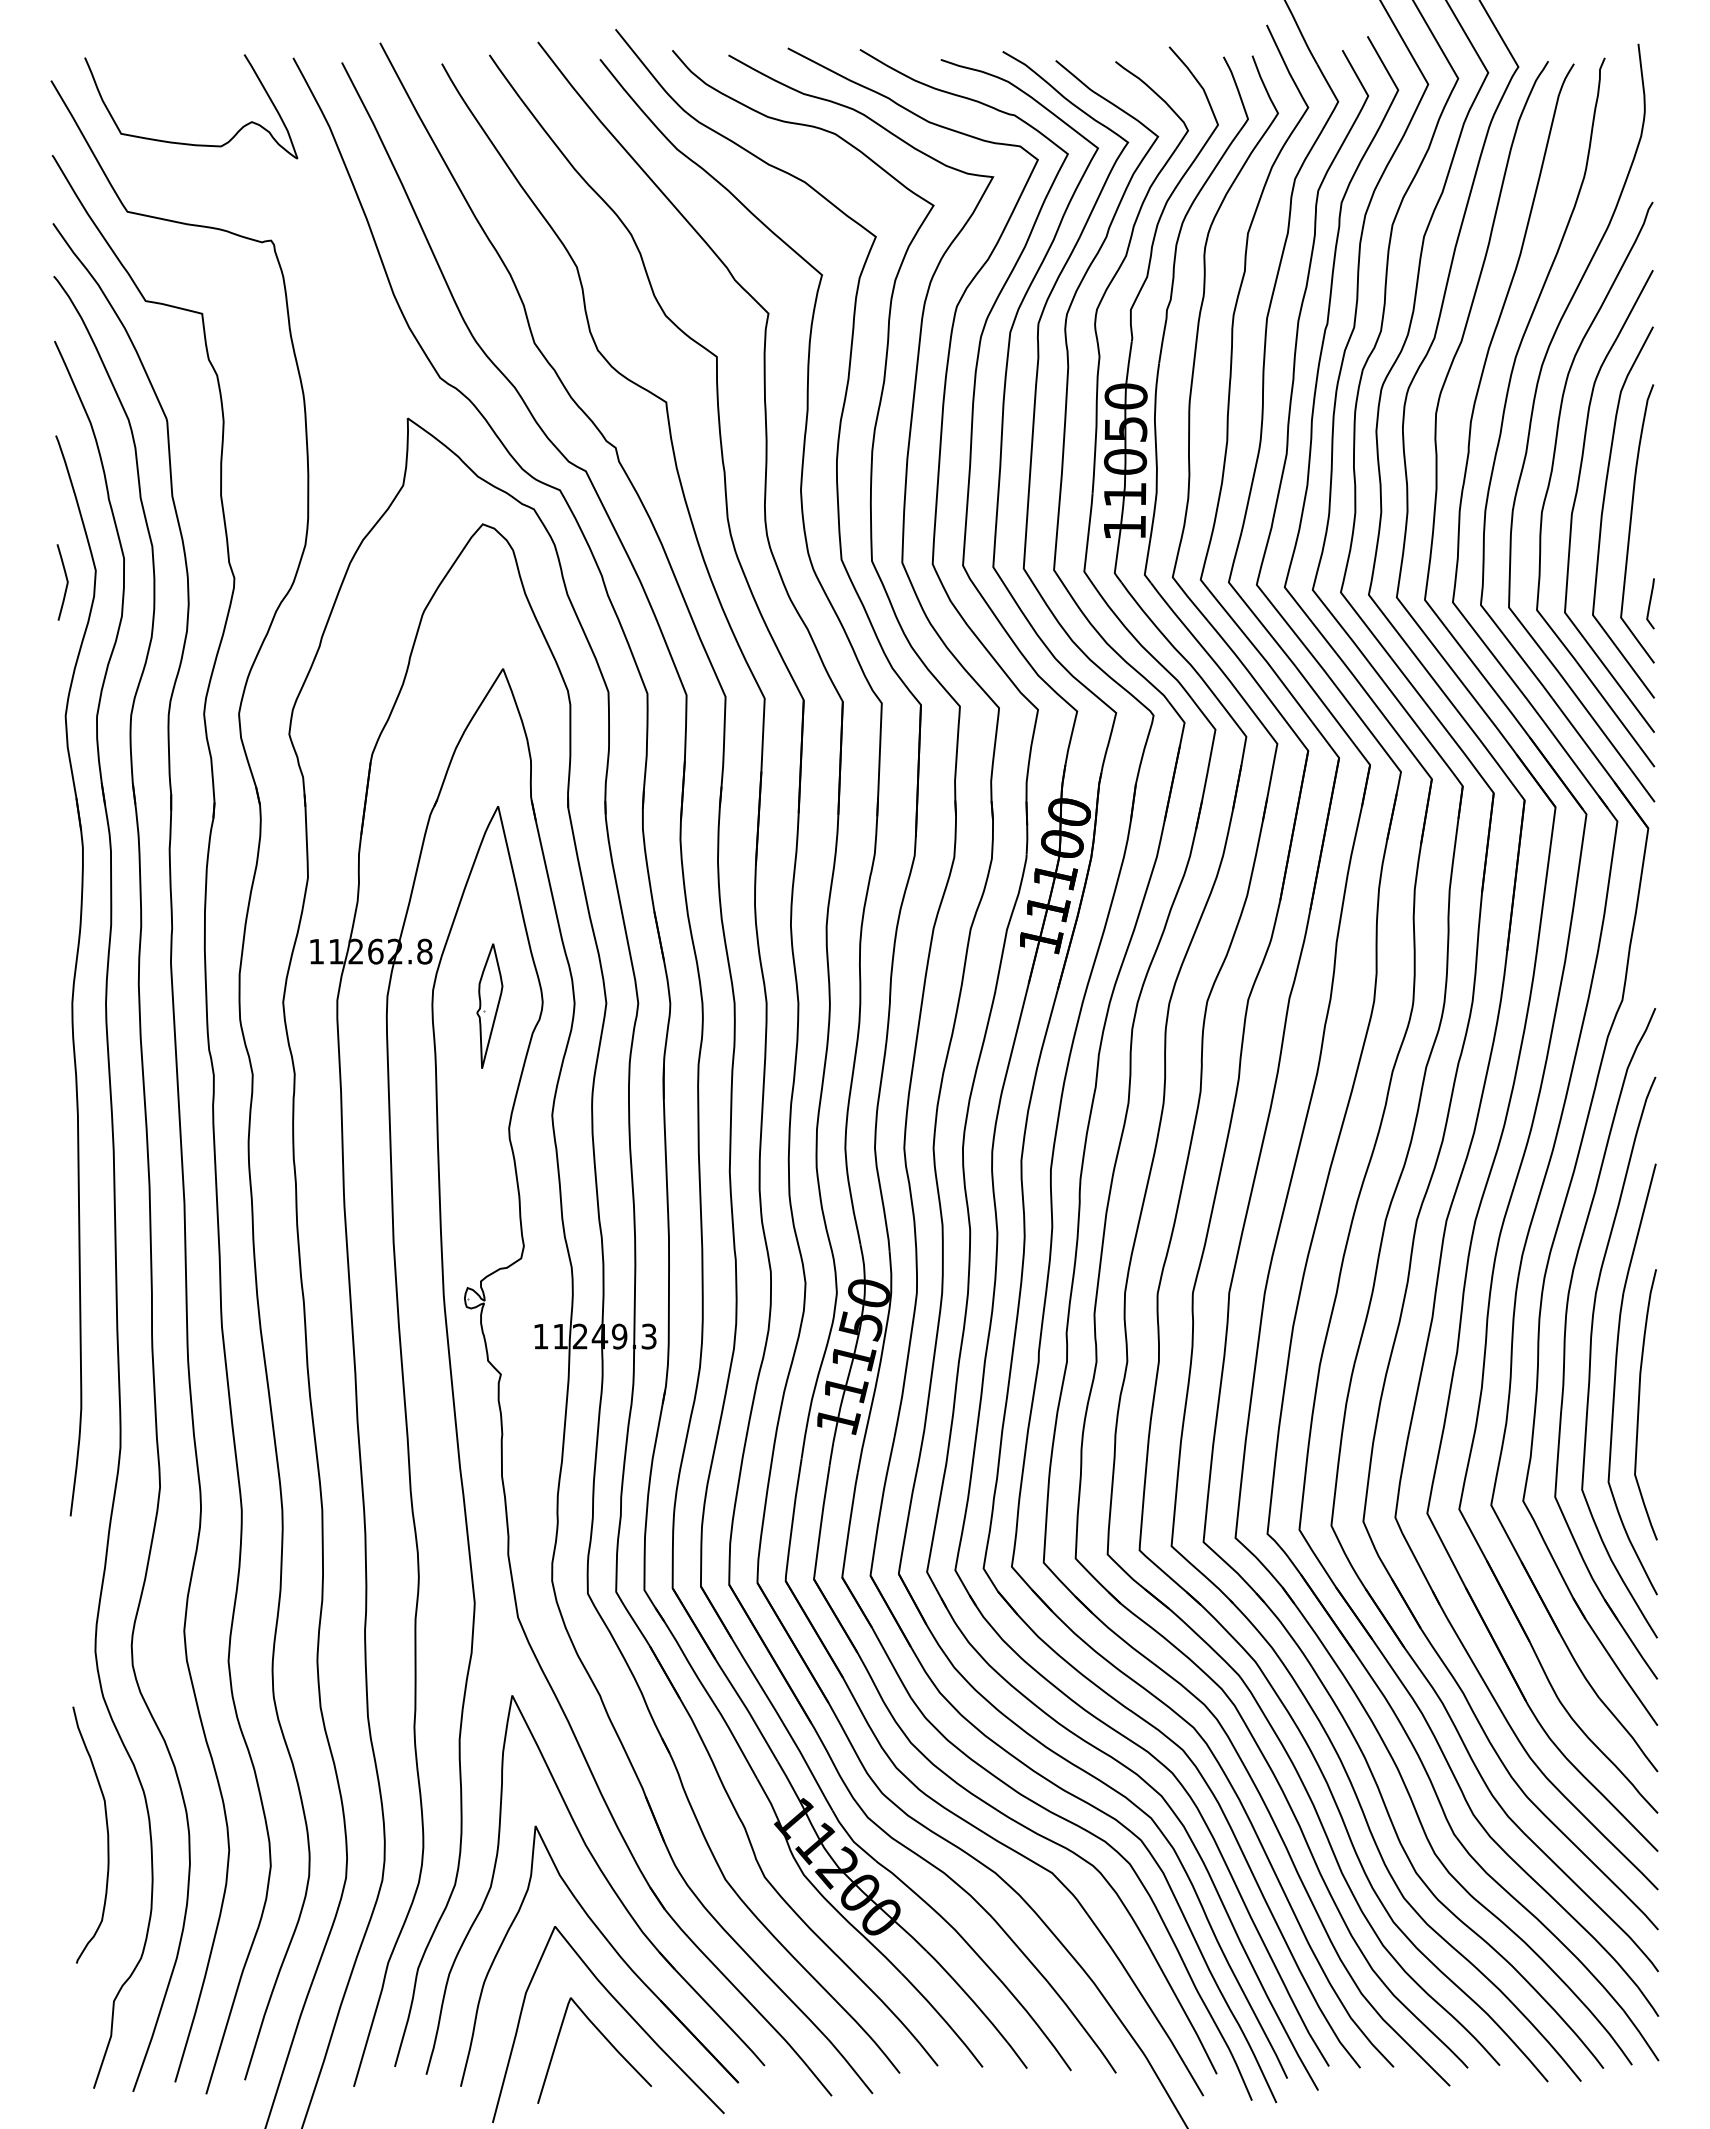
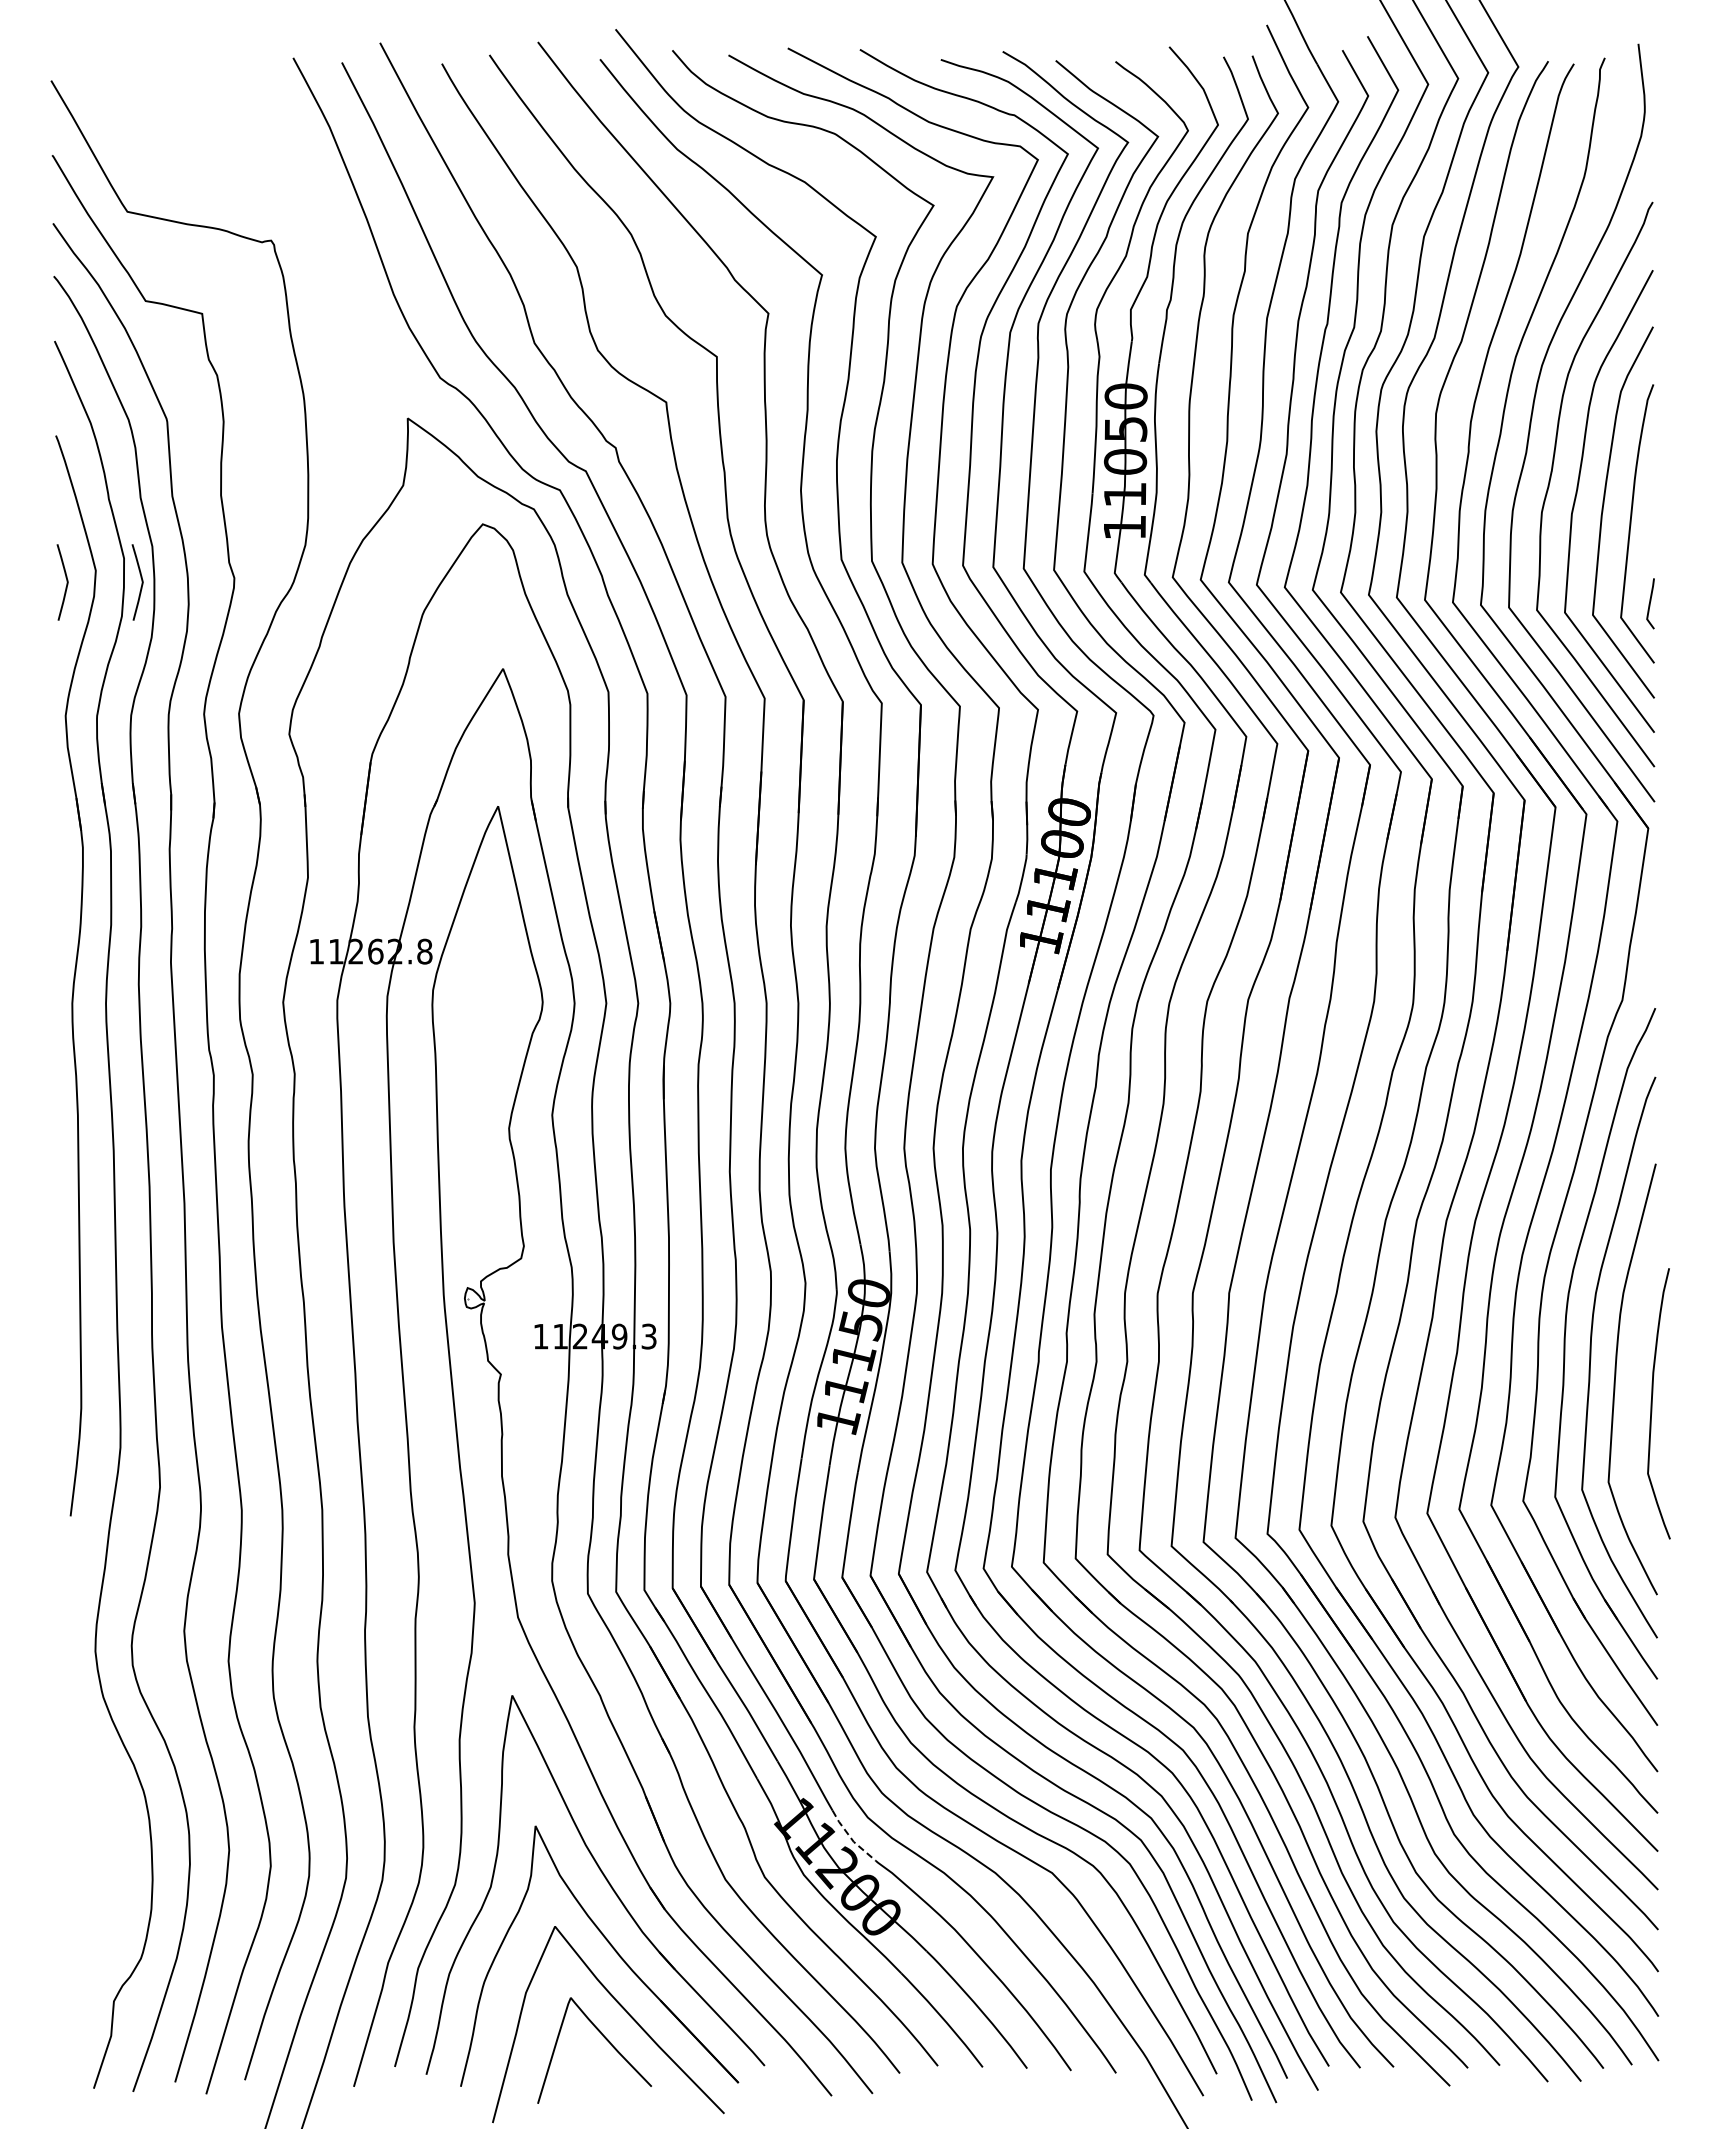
curve at (191, 143): present -> none
curve at (141, 582): none -> present
part at (489, 1005): present -> none
curve at (1639, 1404) position: (1639, 1404) -> (1652, 1403)
curve at (106, 1830): present -> none
line at (851, 1838): solid -> dashed
